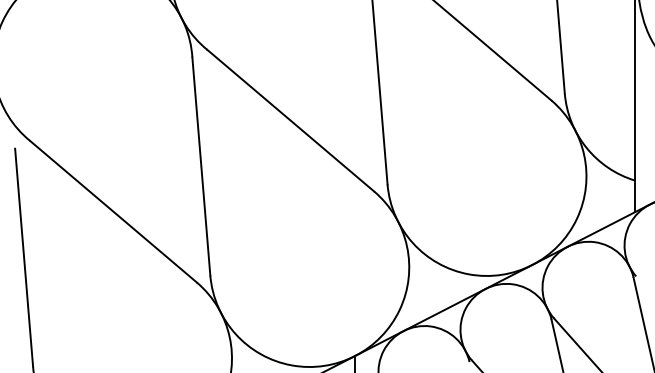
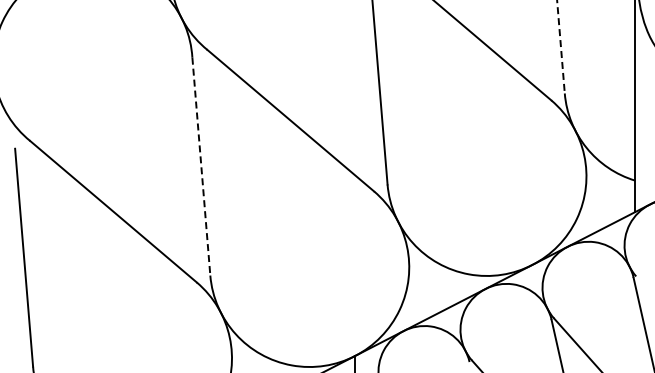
line at (561, 47): solid -> dashed
line at (201, 167): solid -> dashed
